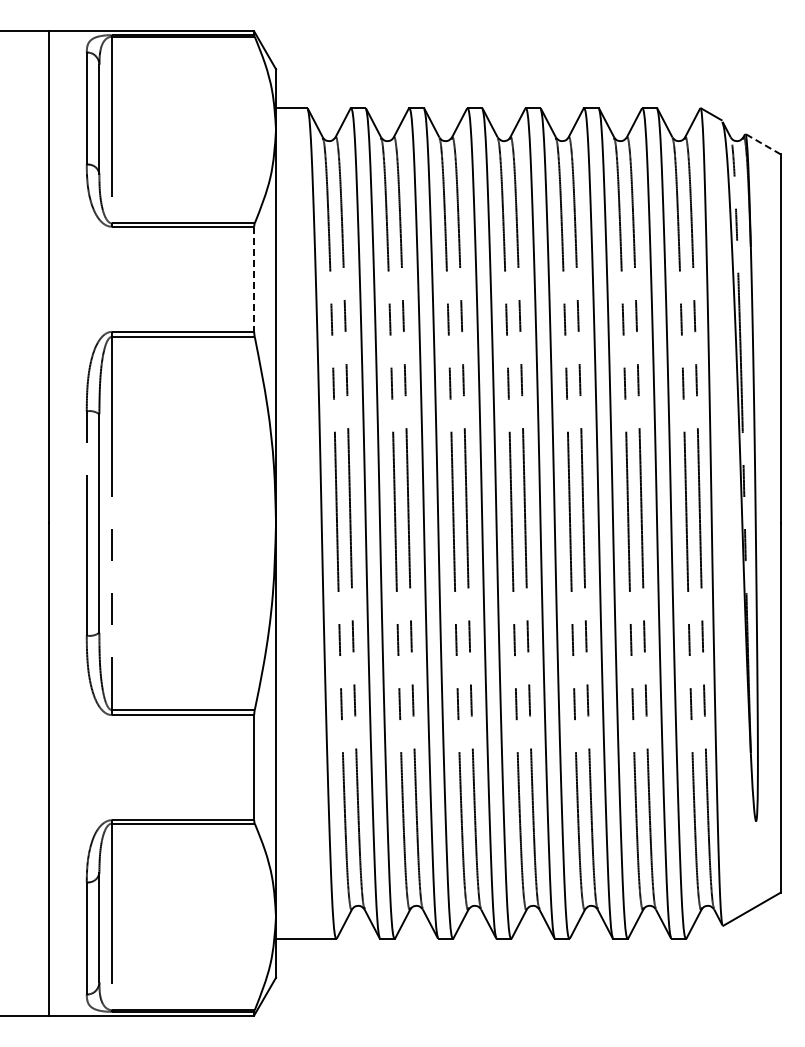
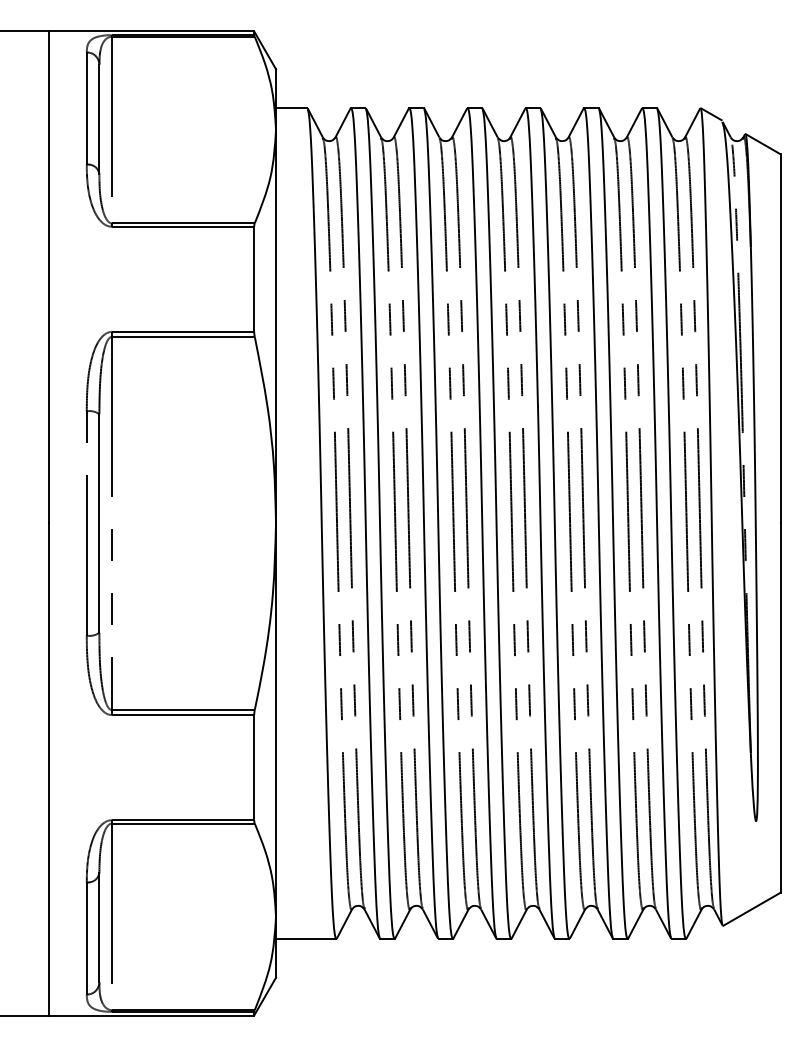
line at (762, 144): dashed -> solid
line at (254, 279): dashed -> solid
